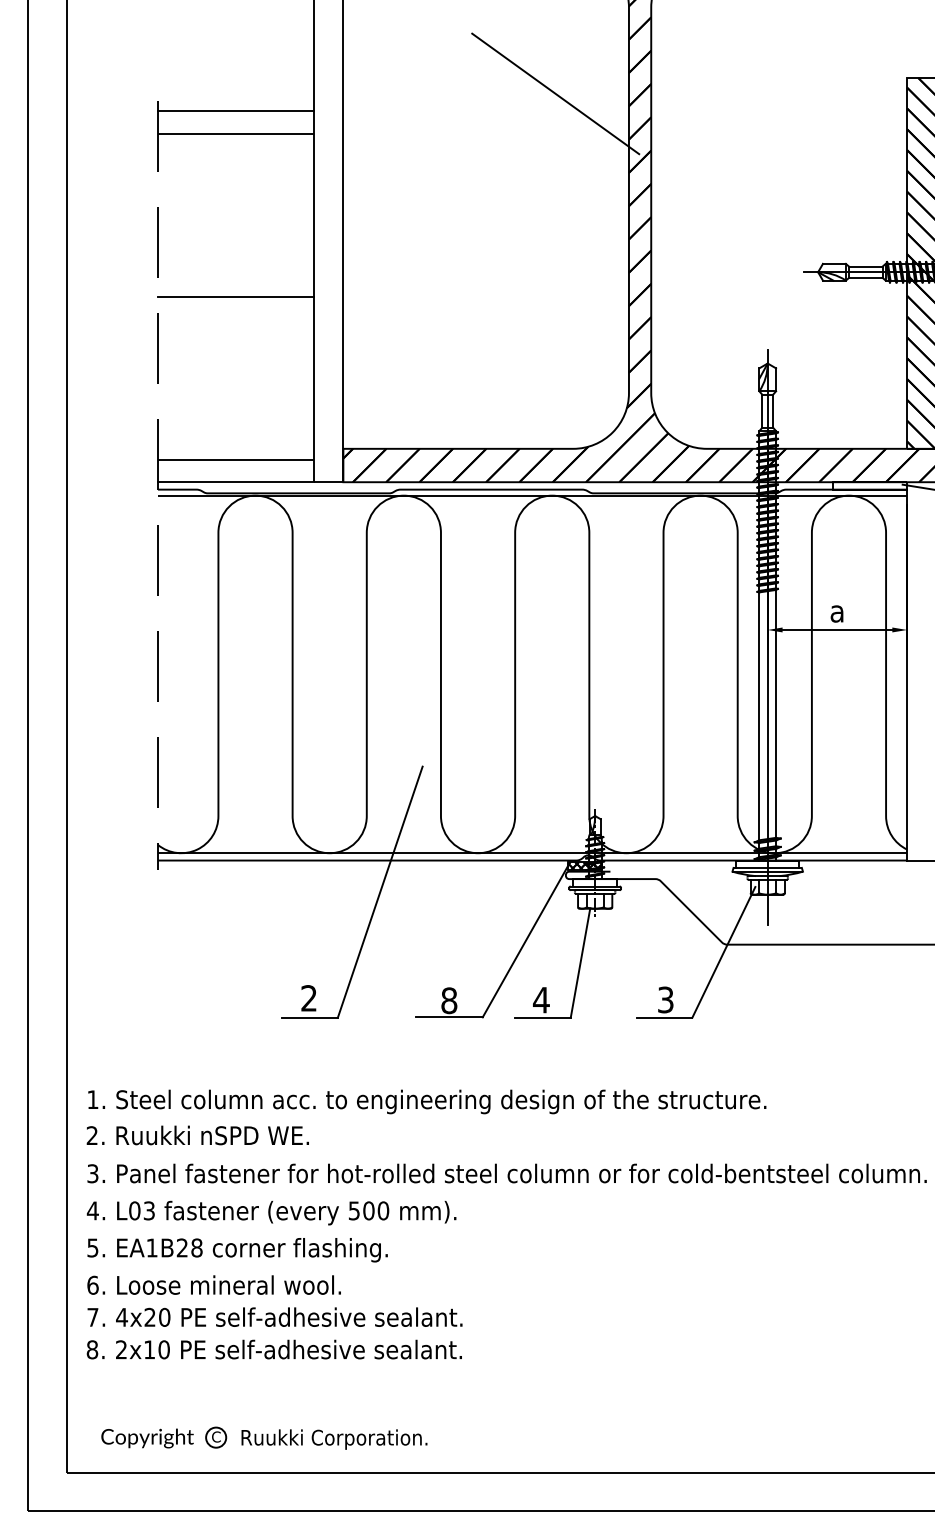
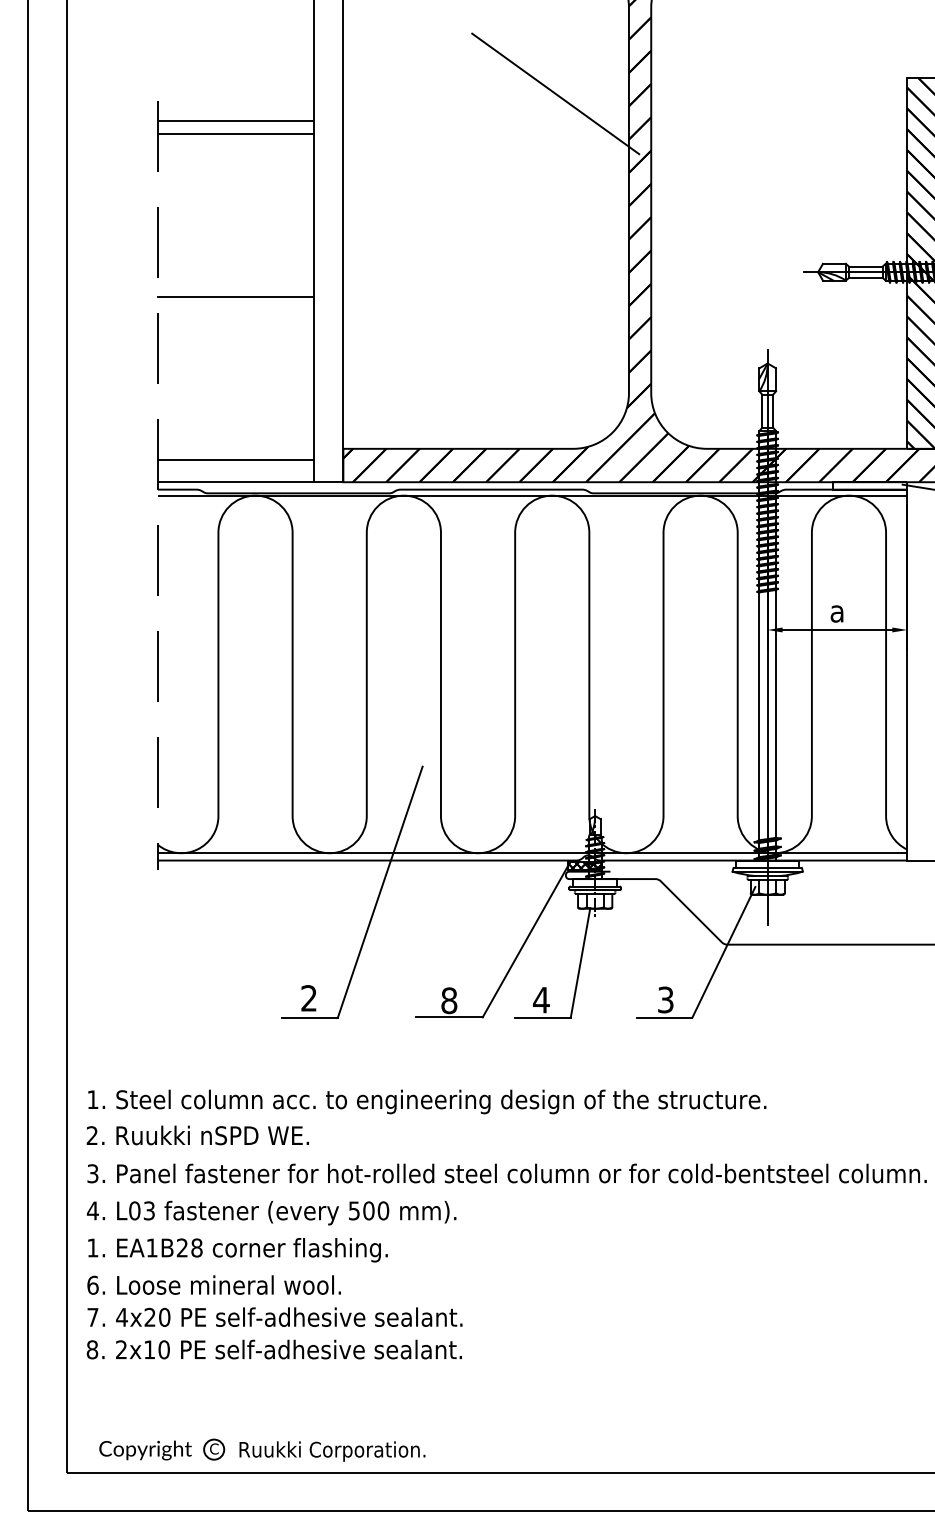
line at (235, 111) position: (235, 111) -> (235, 121)
text at (92, 1247): 5. -> 1.
part at (264, 1437) position: (264, 1437) -> (262, 1449)
